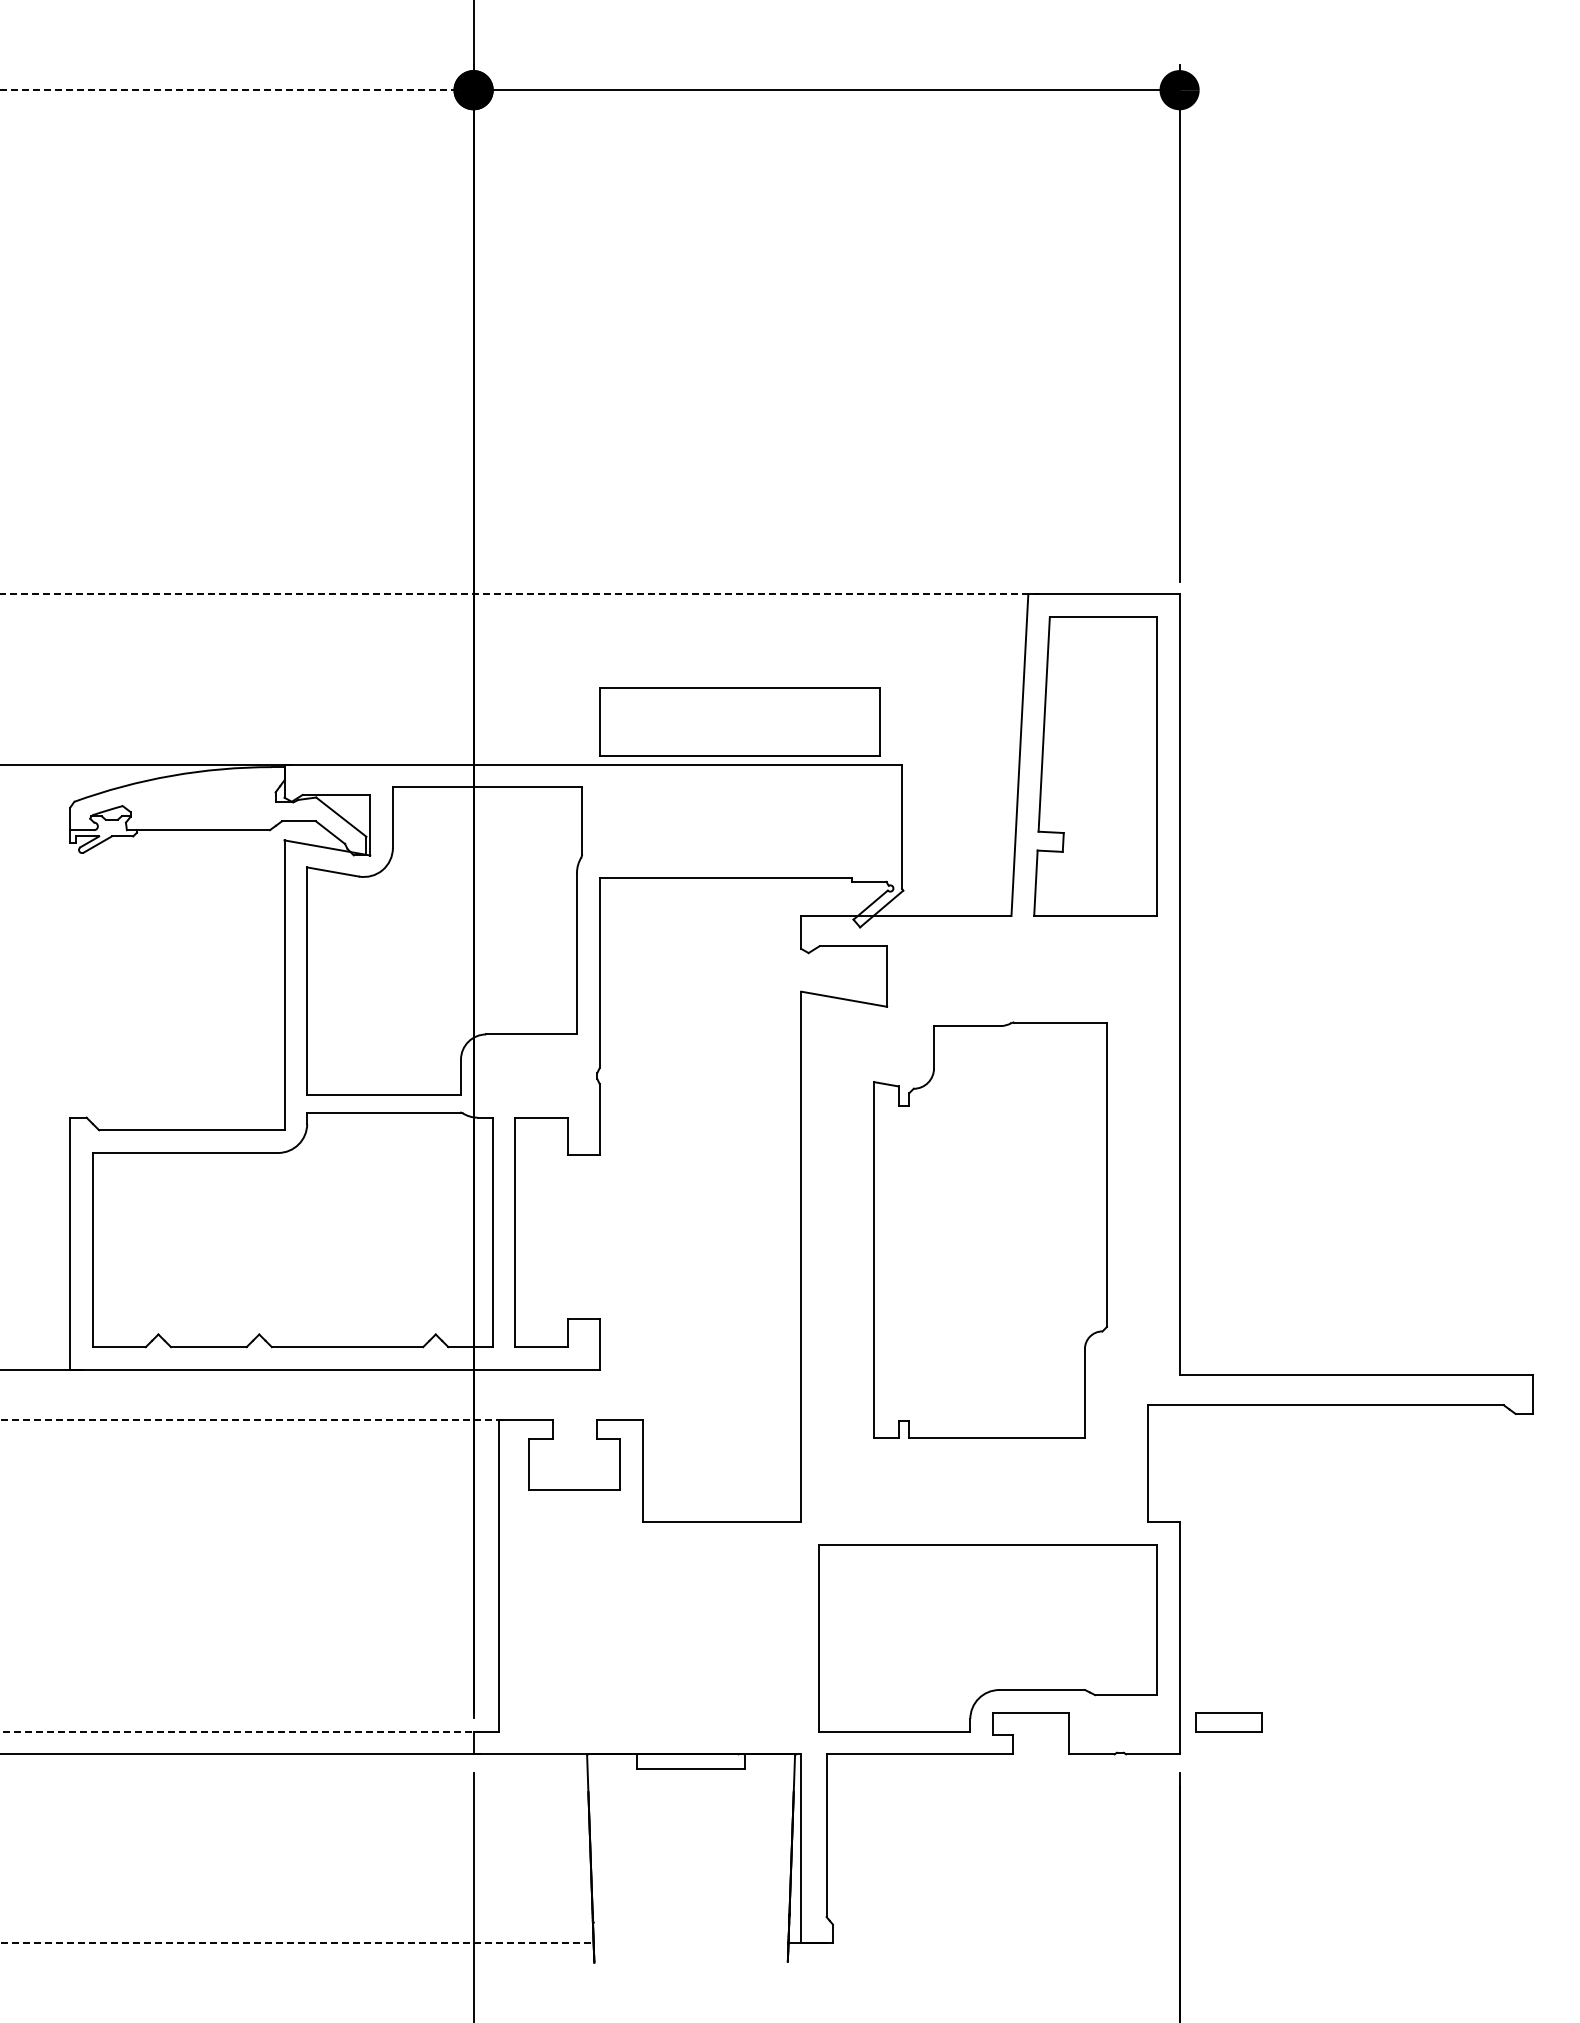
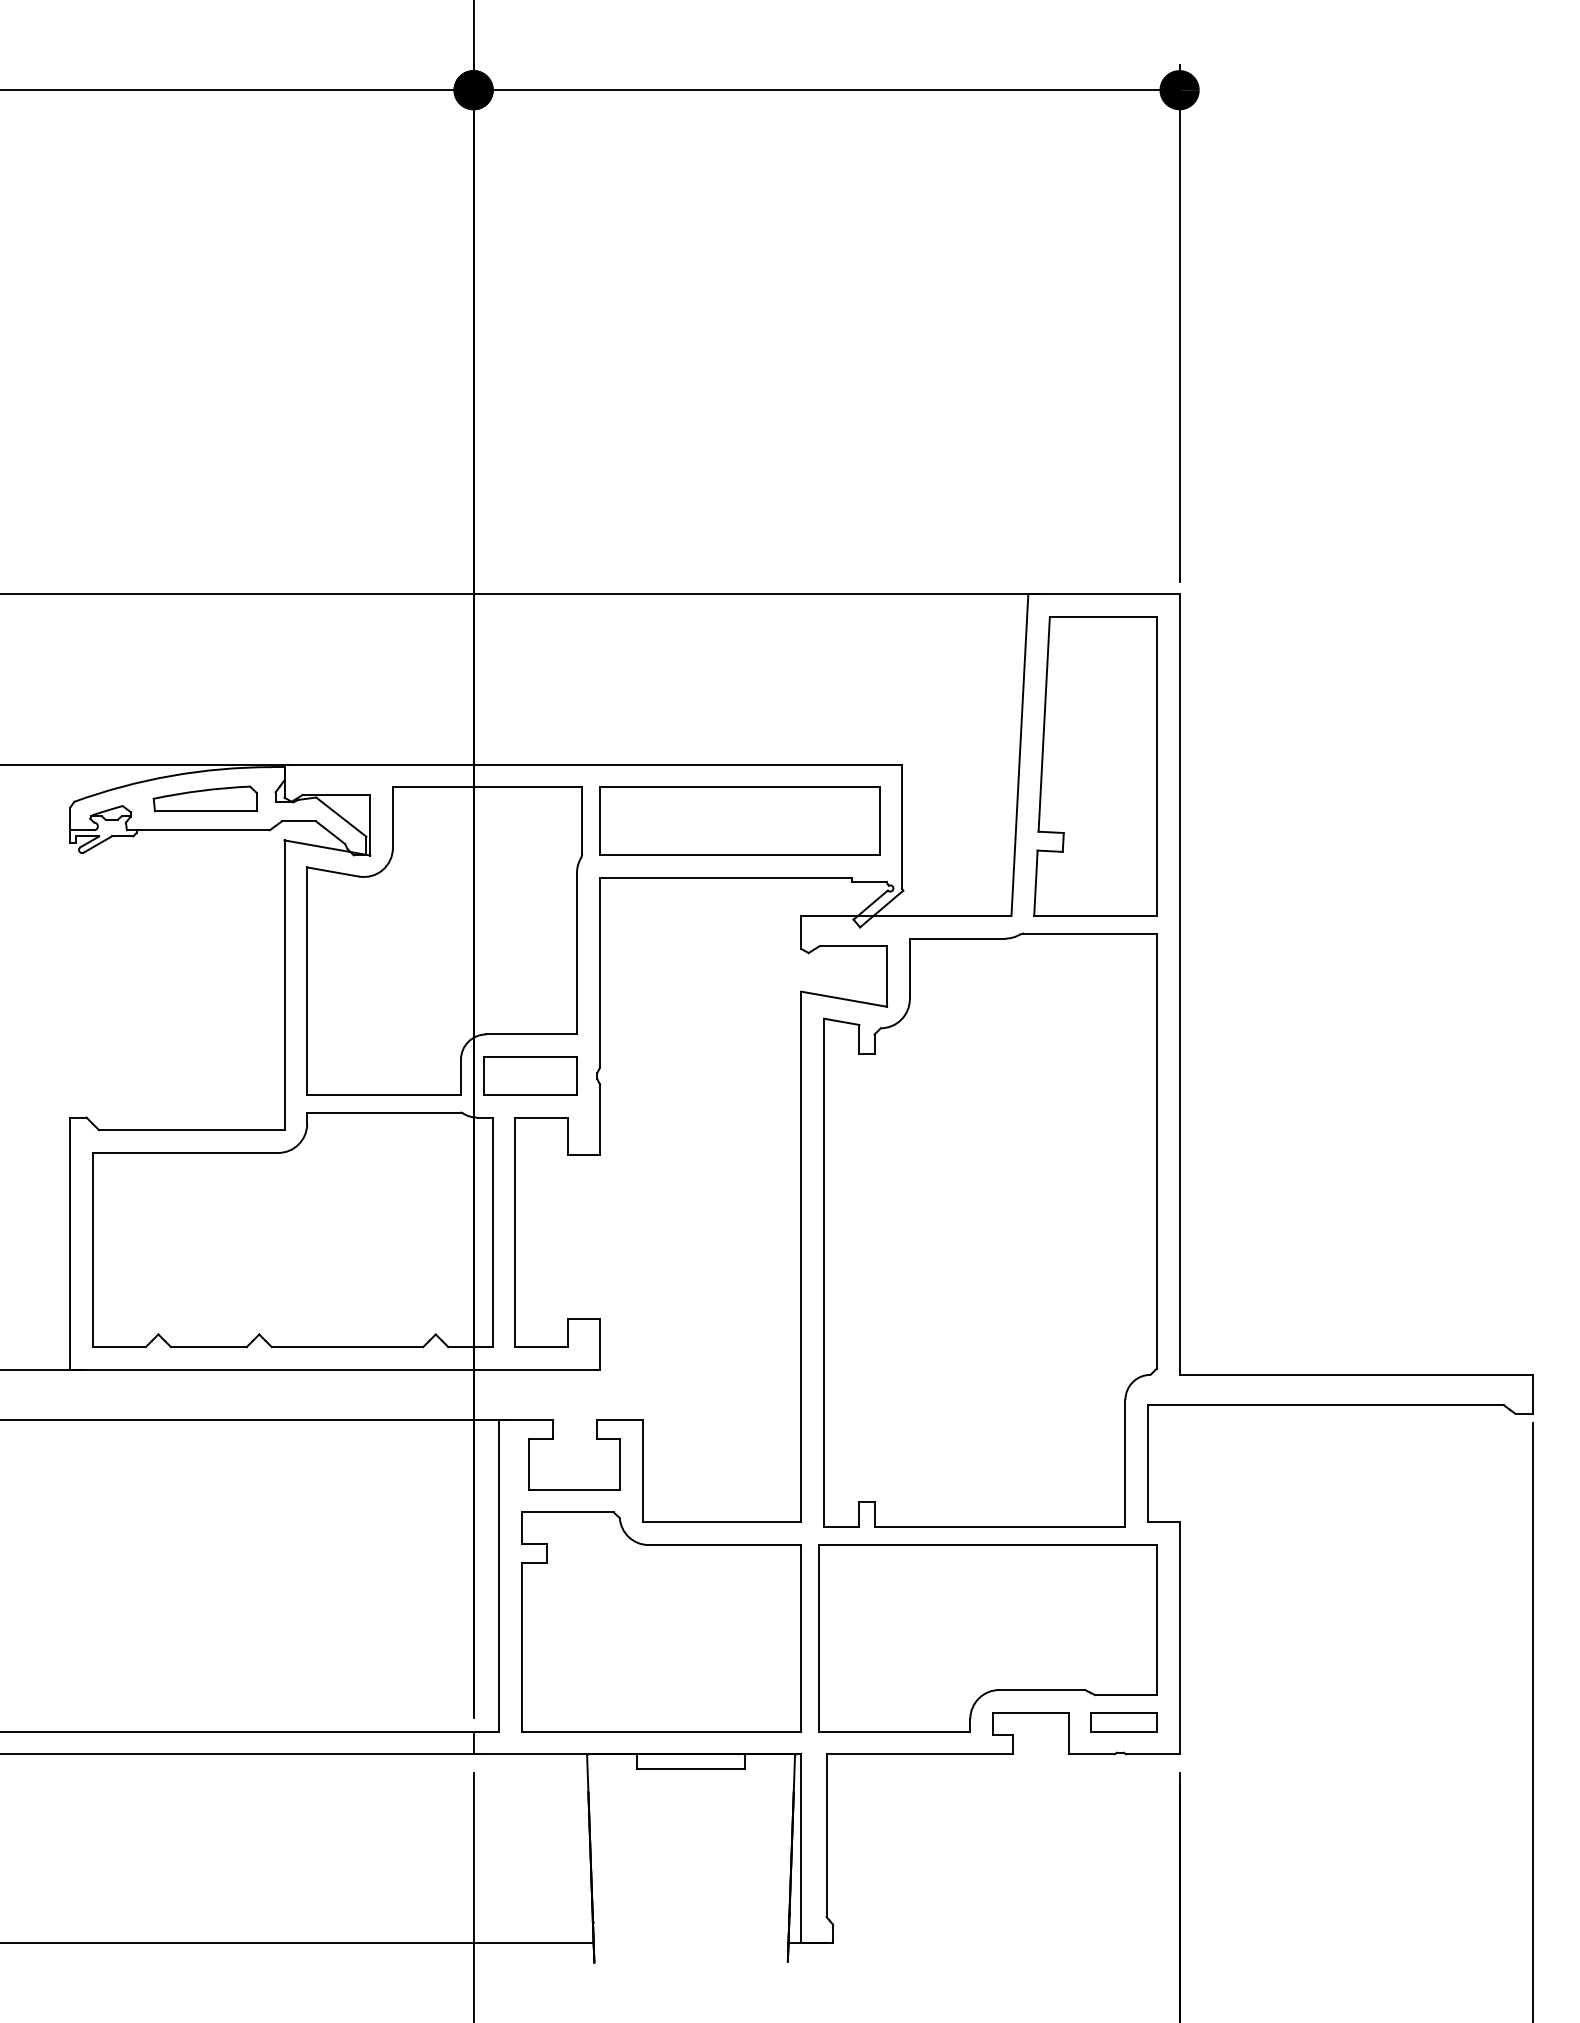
line at (237, 90): dashed -> solid
line at (519, 594): dashed -> solid
part at (739, 721) position: (739, 721) -> (739, 820)
part at (204, 798): none -> present
part at (530, 1075): none -> present
part at (990, 1229) size: 235x418 px -> 335x596 px
line at (253, 1420): dashed -> solid
part at (661, 1621): none -> present
line at (1532, 1721): none -> present
part at (1228, 1722) position: (1228, 1722) -> (1123, 1722)
line at (240, 1731): dashed -> solid
line at (297, 1943): dashed -> solid
